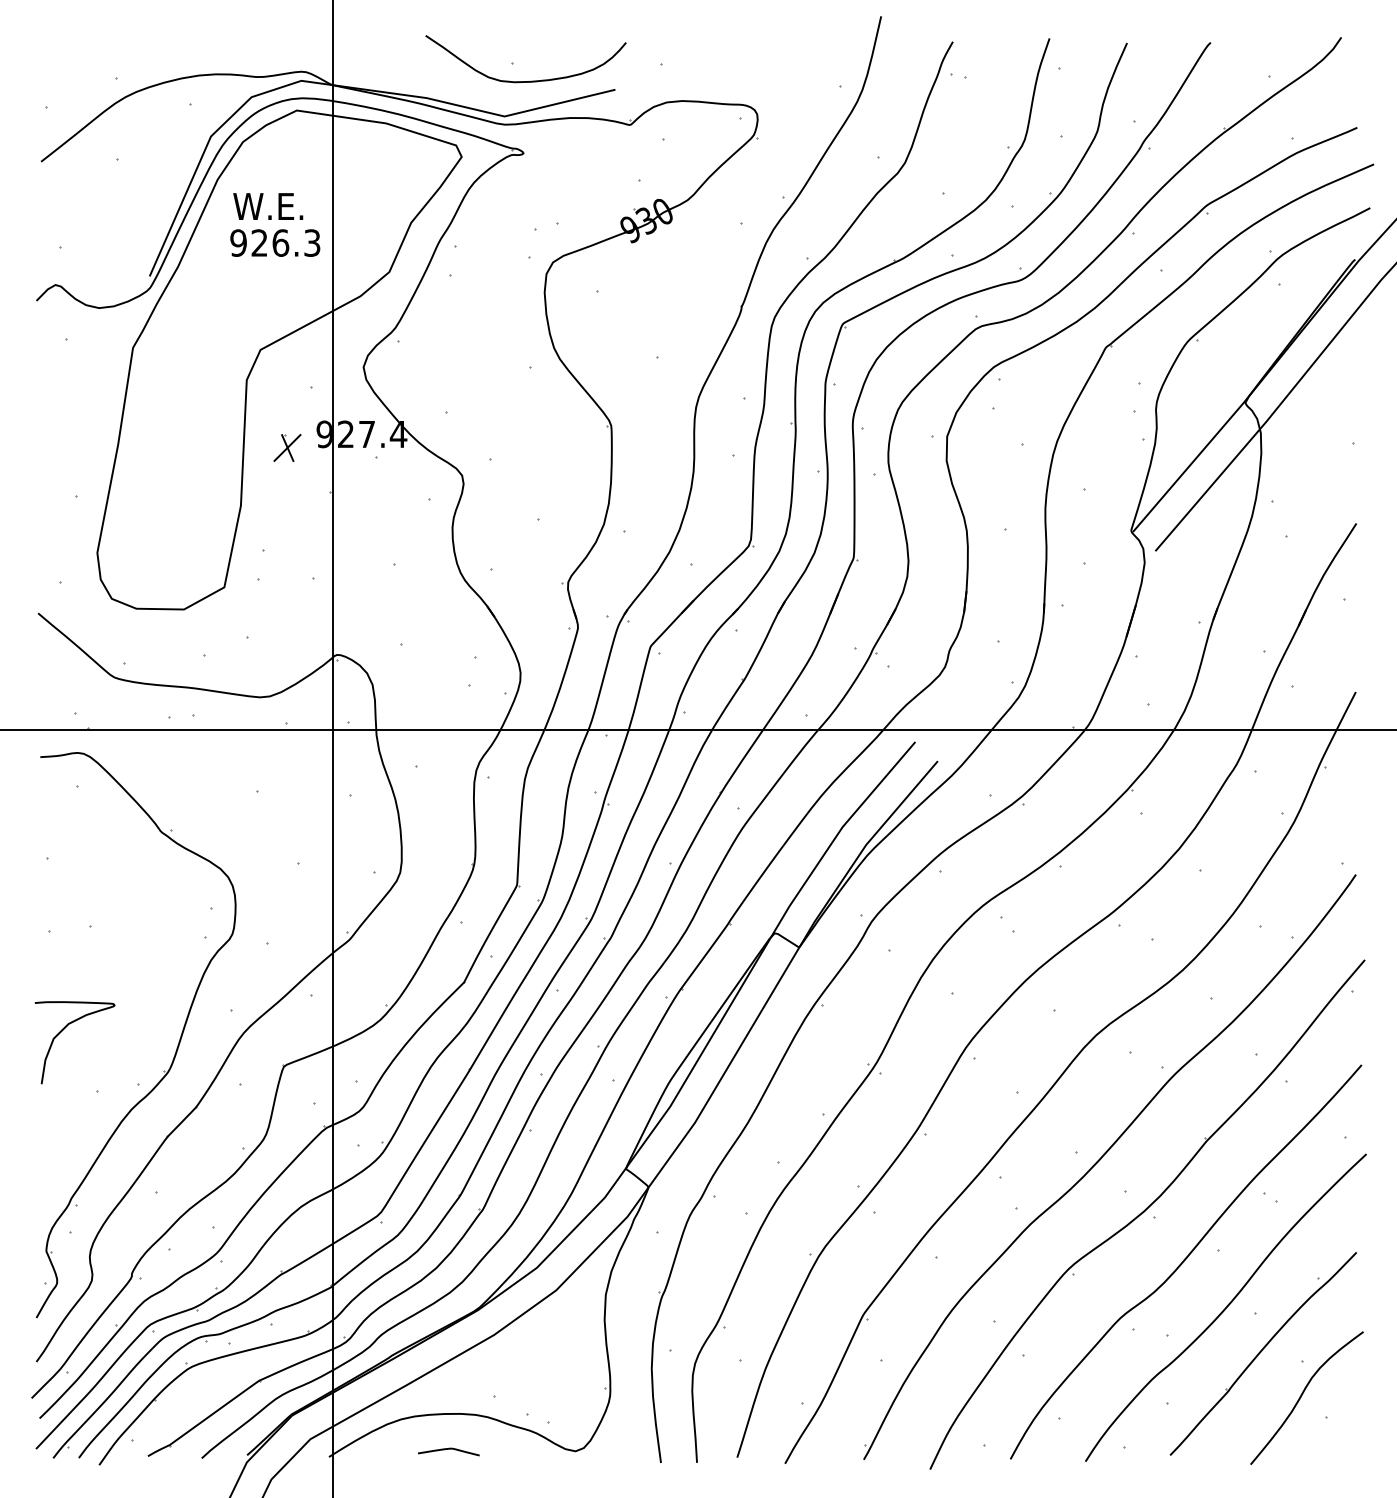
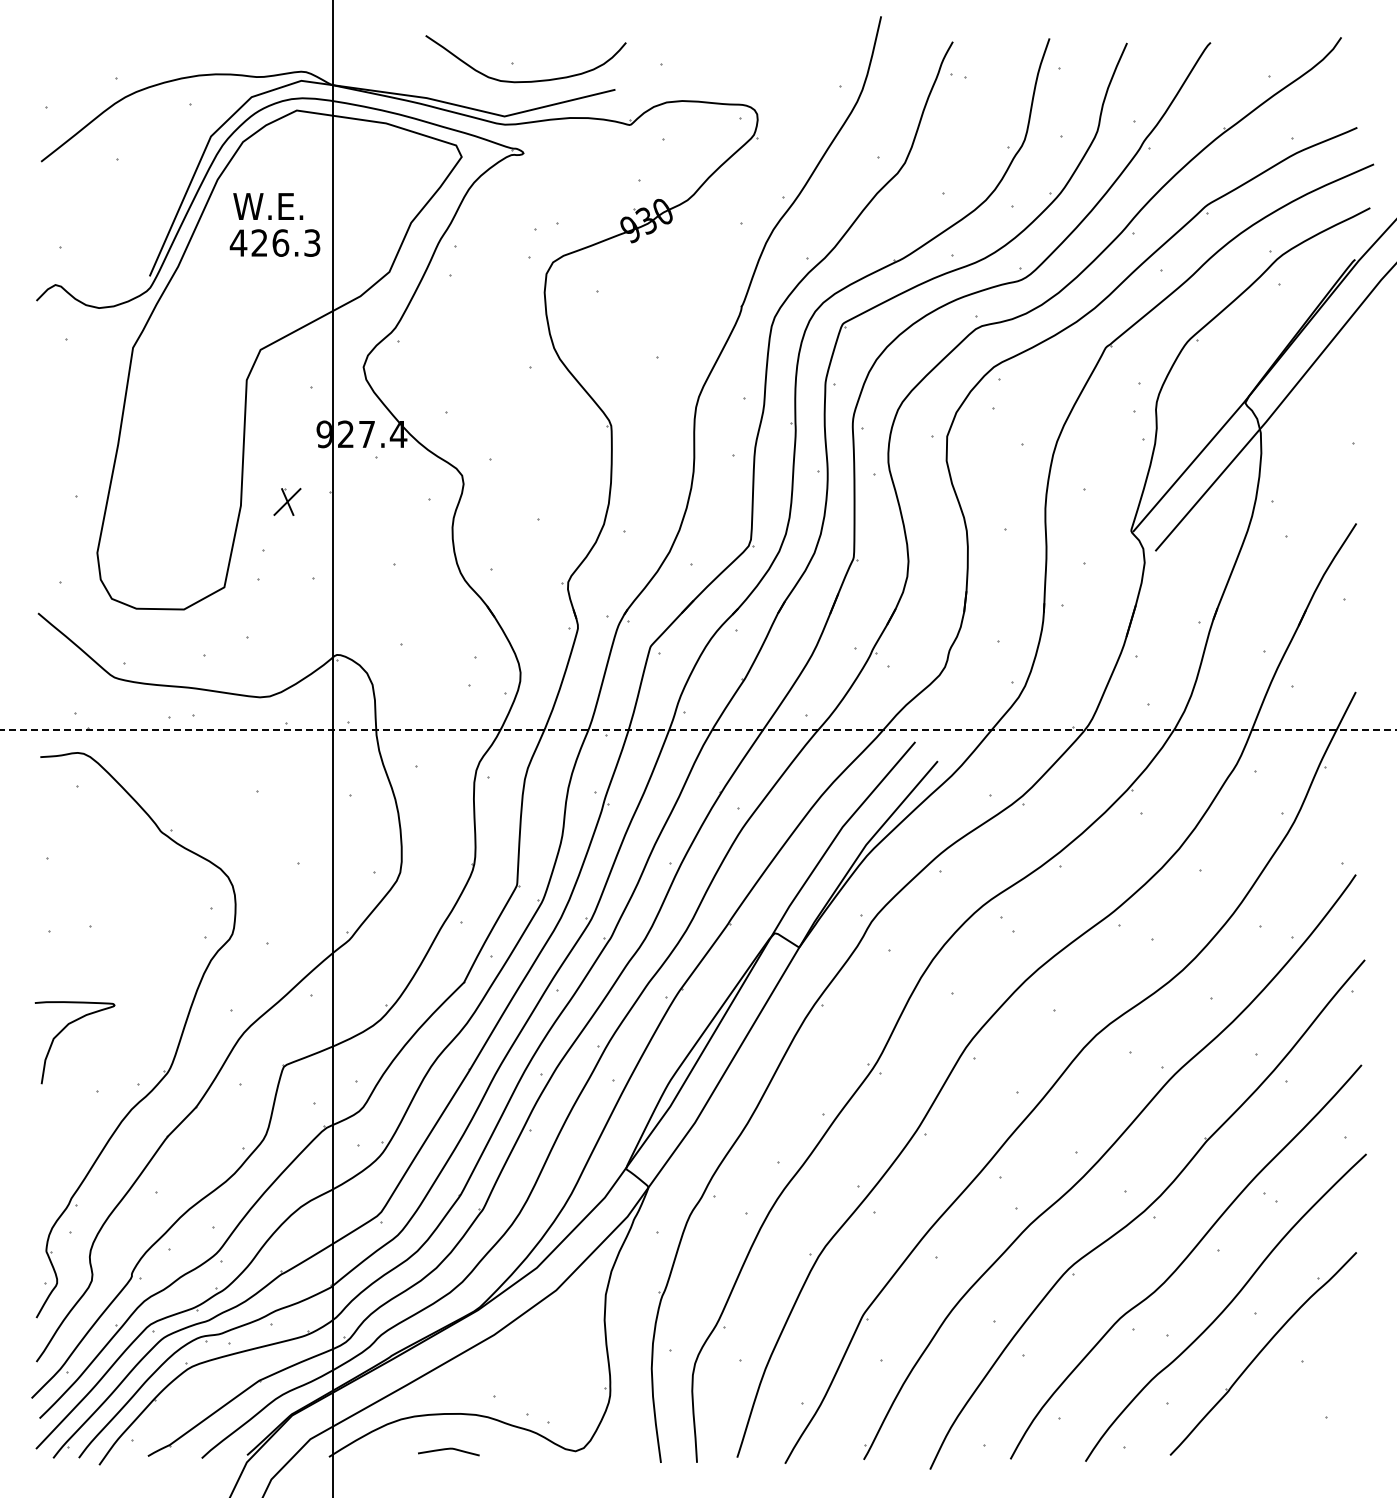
text at (238, 242): 926.3 -> 426.3
part at (287, 447) position: (287, 447) -> (287, 501)
line at (698, 729): solid -> dashed
curve at (1302, 1395): present -> none
